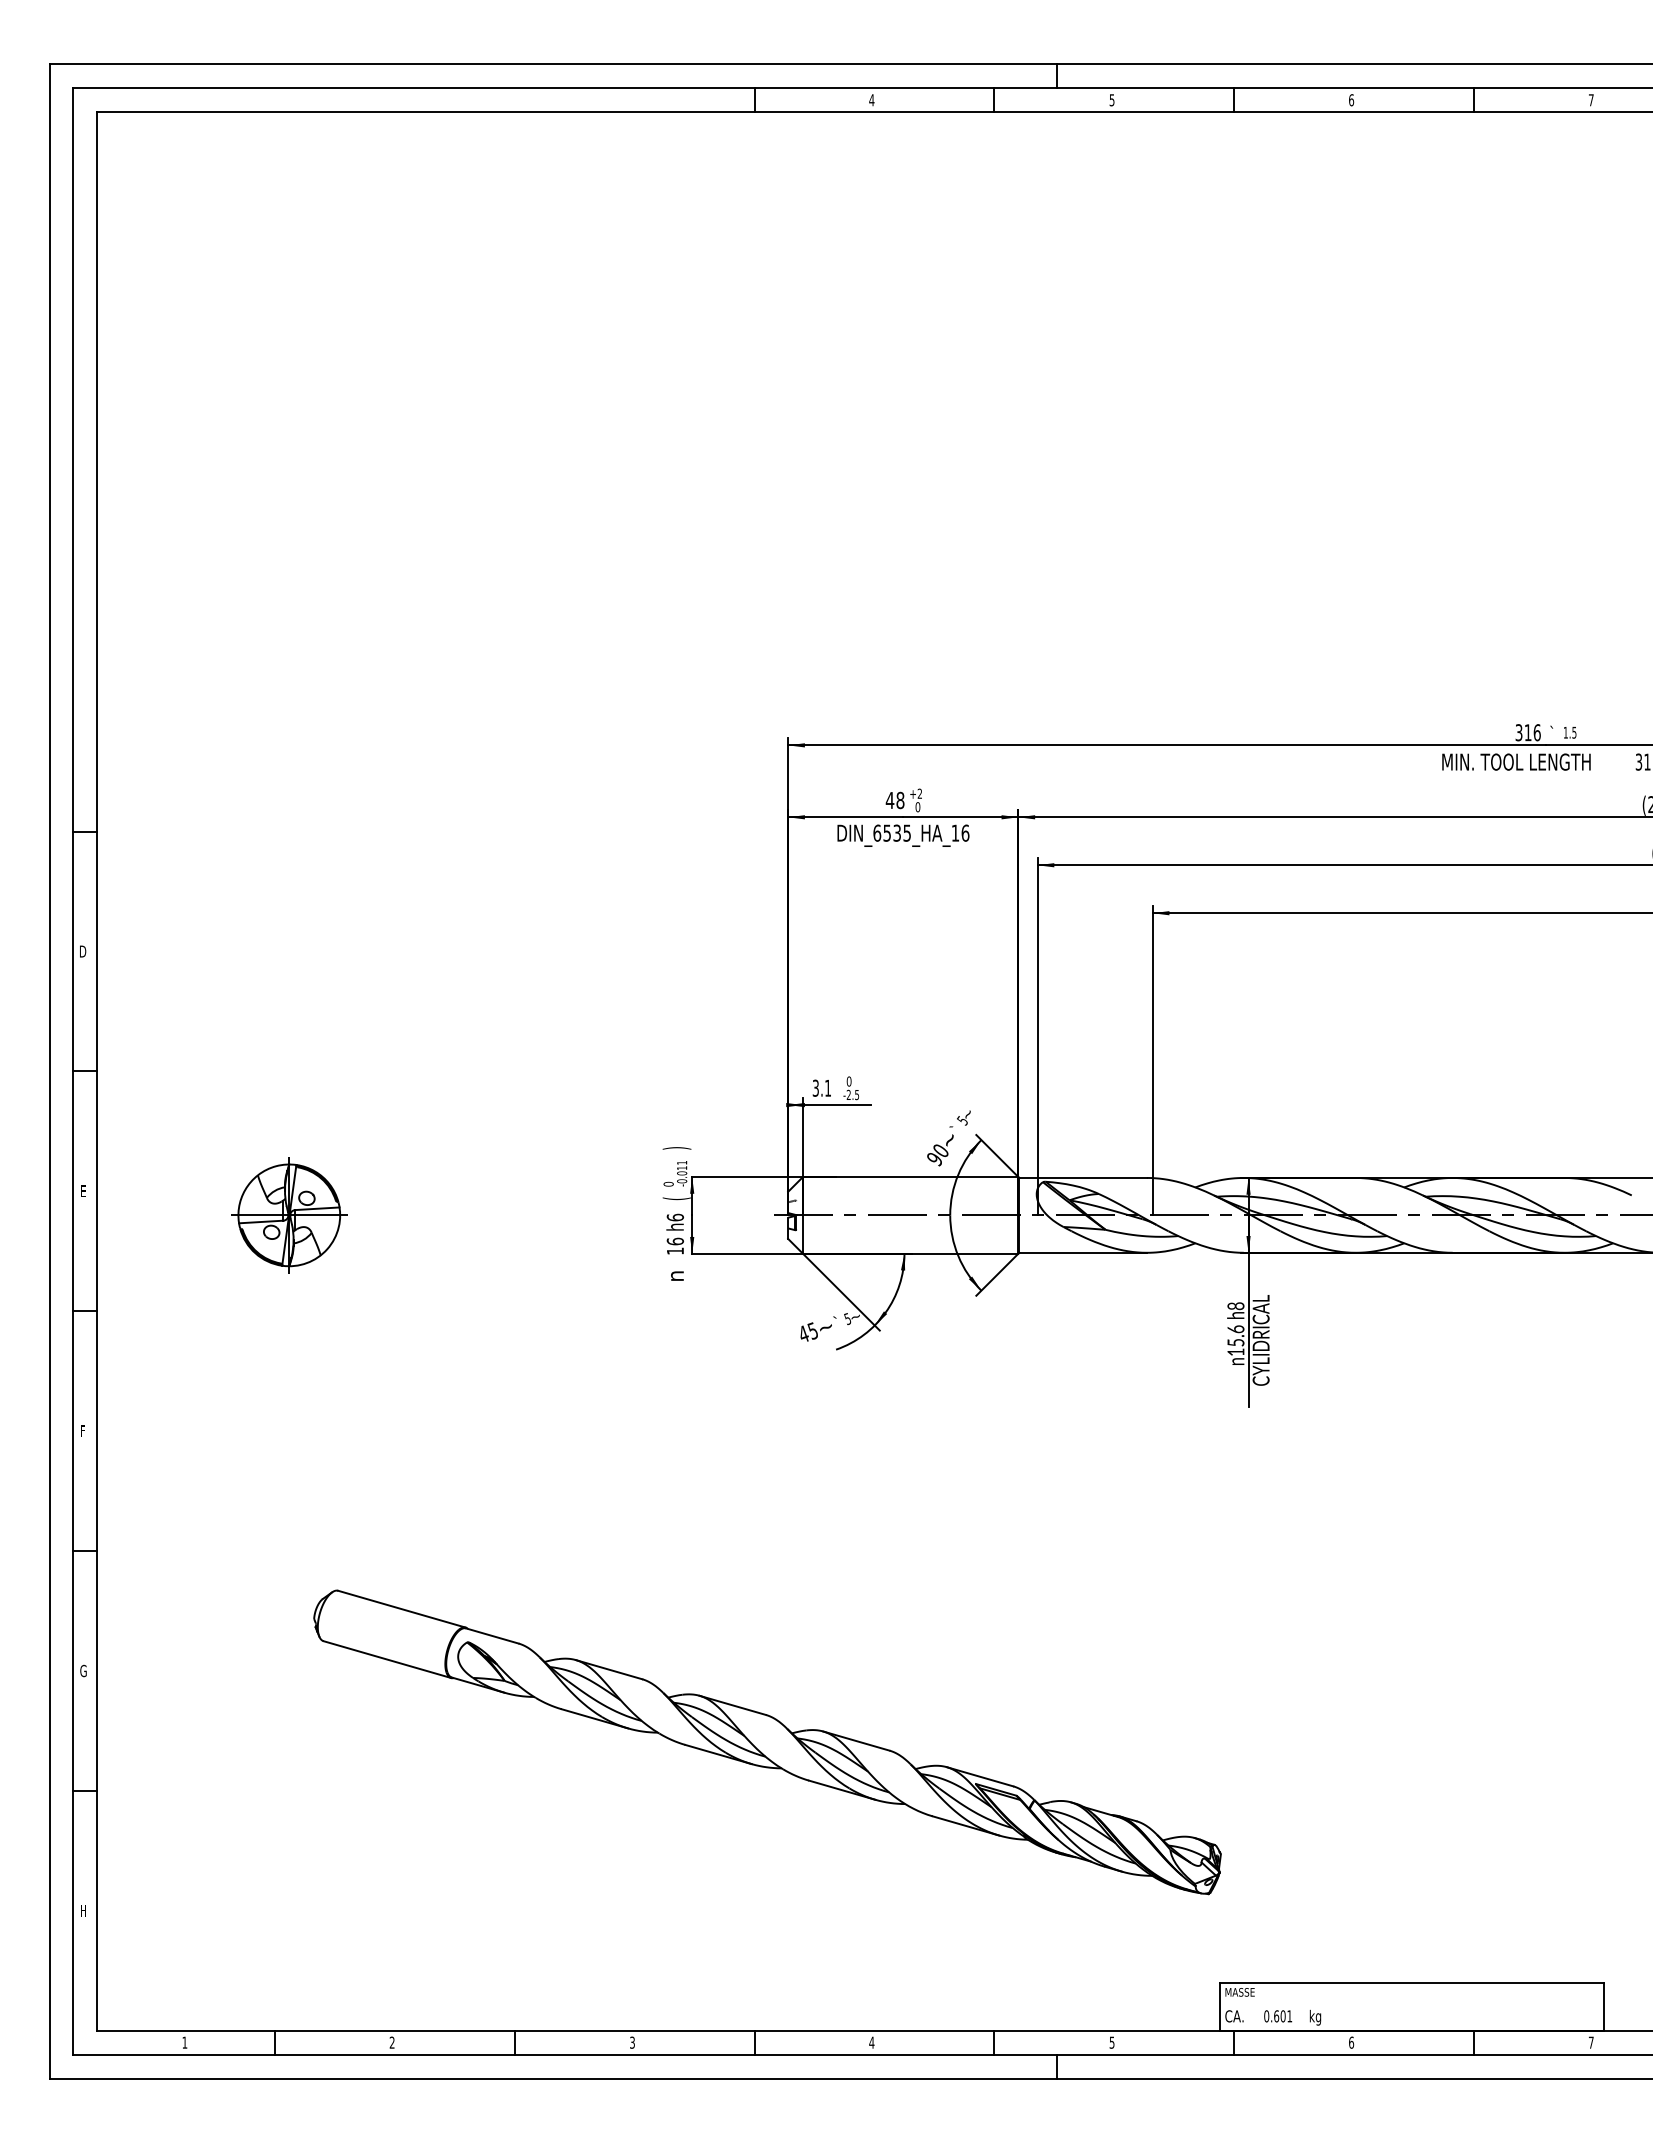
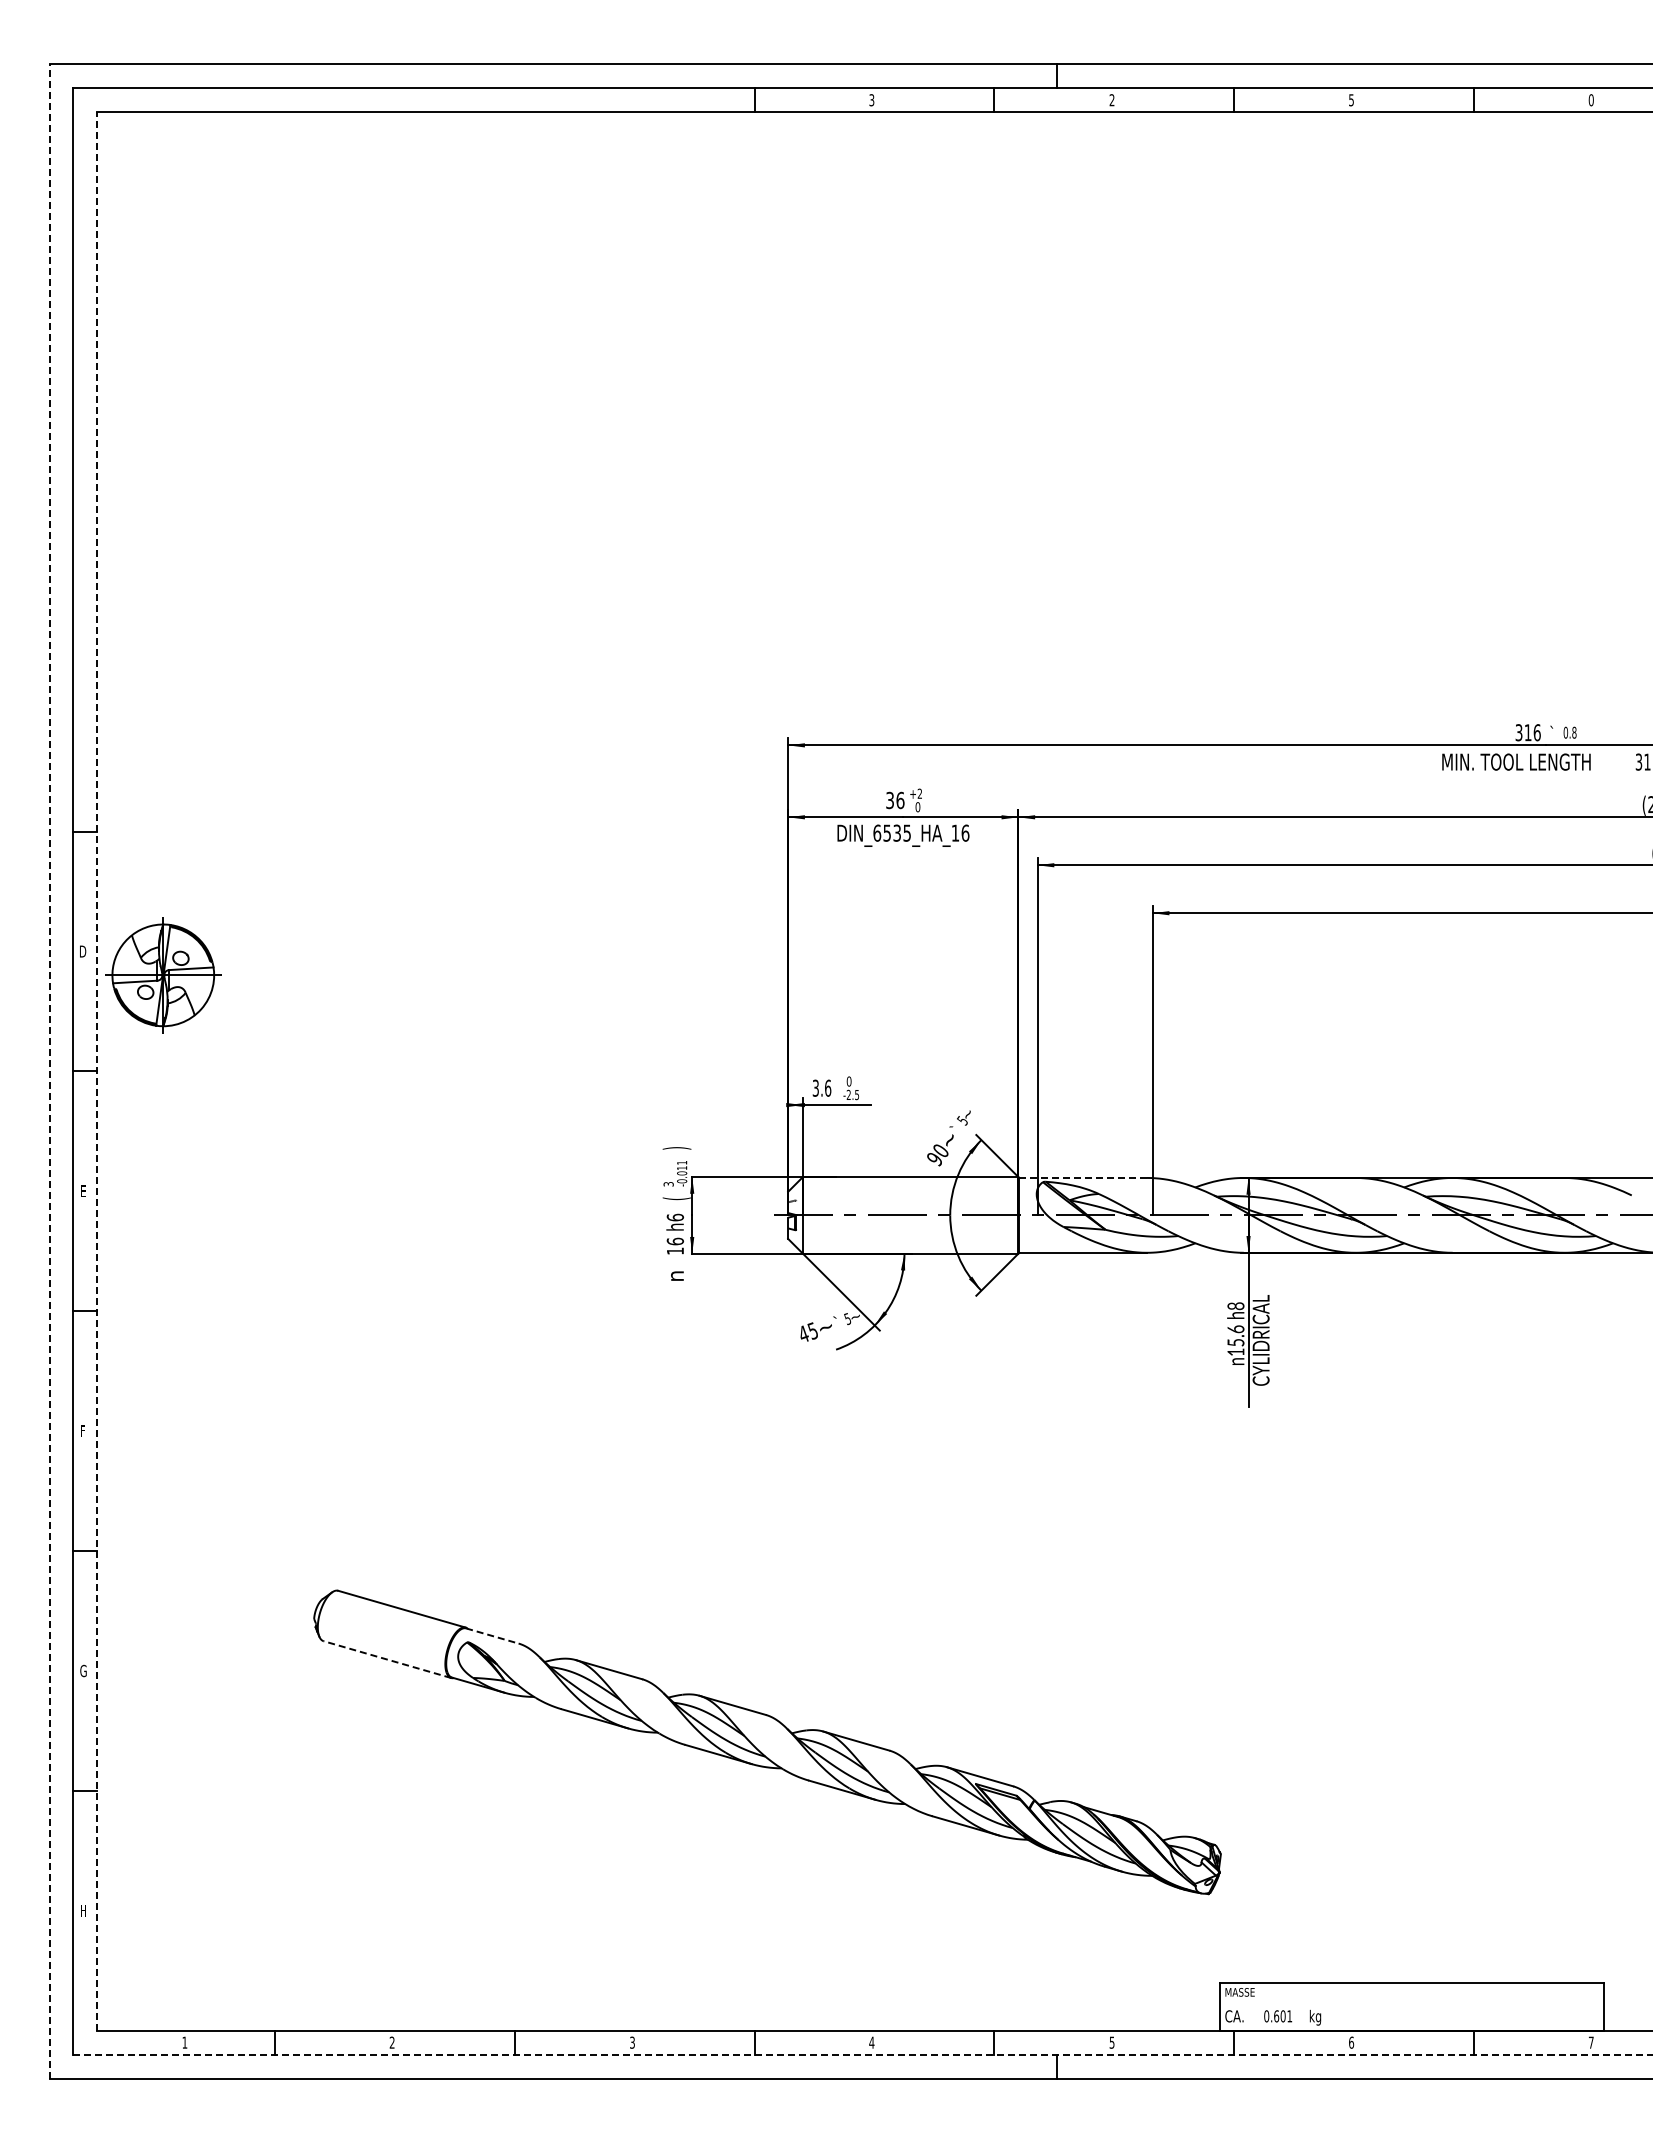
text at (871, 100): 4 -> 3
text at (1111, 100): 5 -> 2
text at (1351, 100): 6 -> 5
text at (1590, 100): 7 -> 0
text at (1569, 732): 1.5 -> 0.8
text at (894, 800): 48 -> 36
line at (49, 1071): solid -> dashed
line at (97, 1071): solid -> dashed
text at (828, 1087): 3.1 -> 3.6
line at (1083, 1177): solid -> dashed
text at (668, 1183): 0 -> 3
part at (289, 1215) position: (289, 1215) -> (163, 975)
line at (492, 1636): solid -> dashed
line at (386, 1659): solid -> dashed
line at (863, 2054): solid -> dashed
